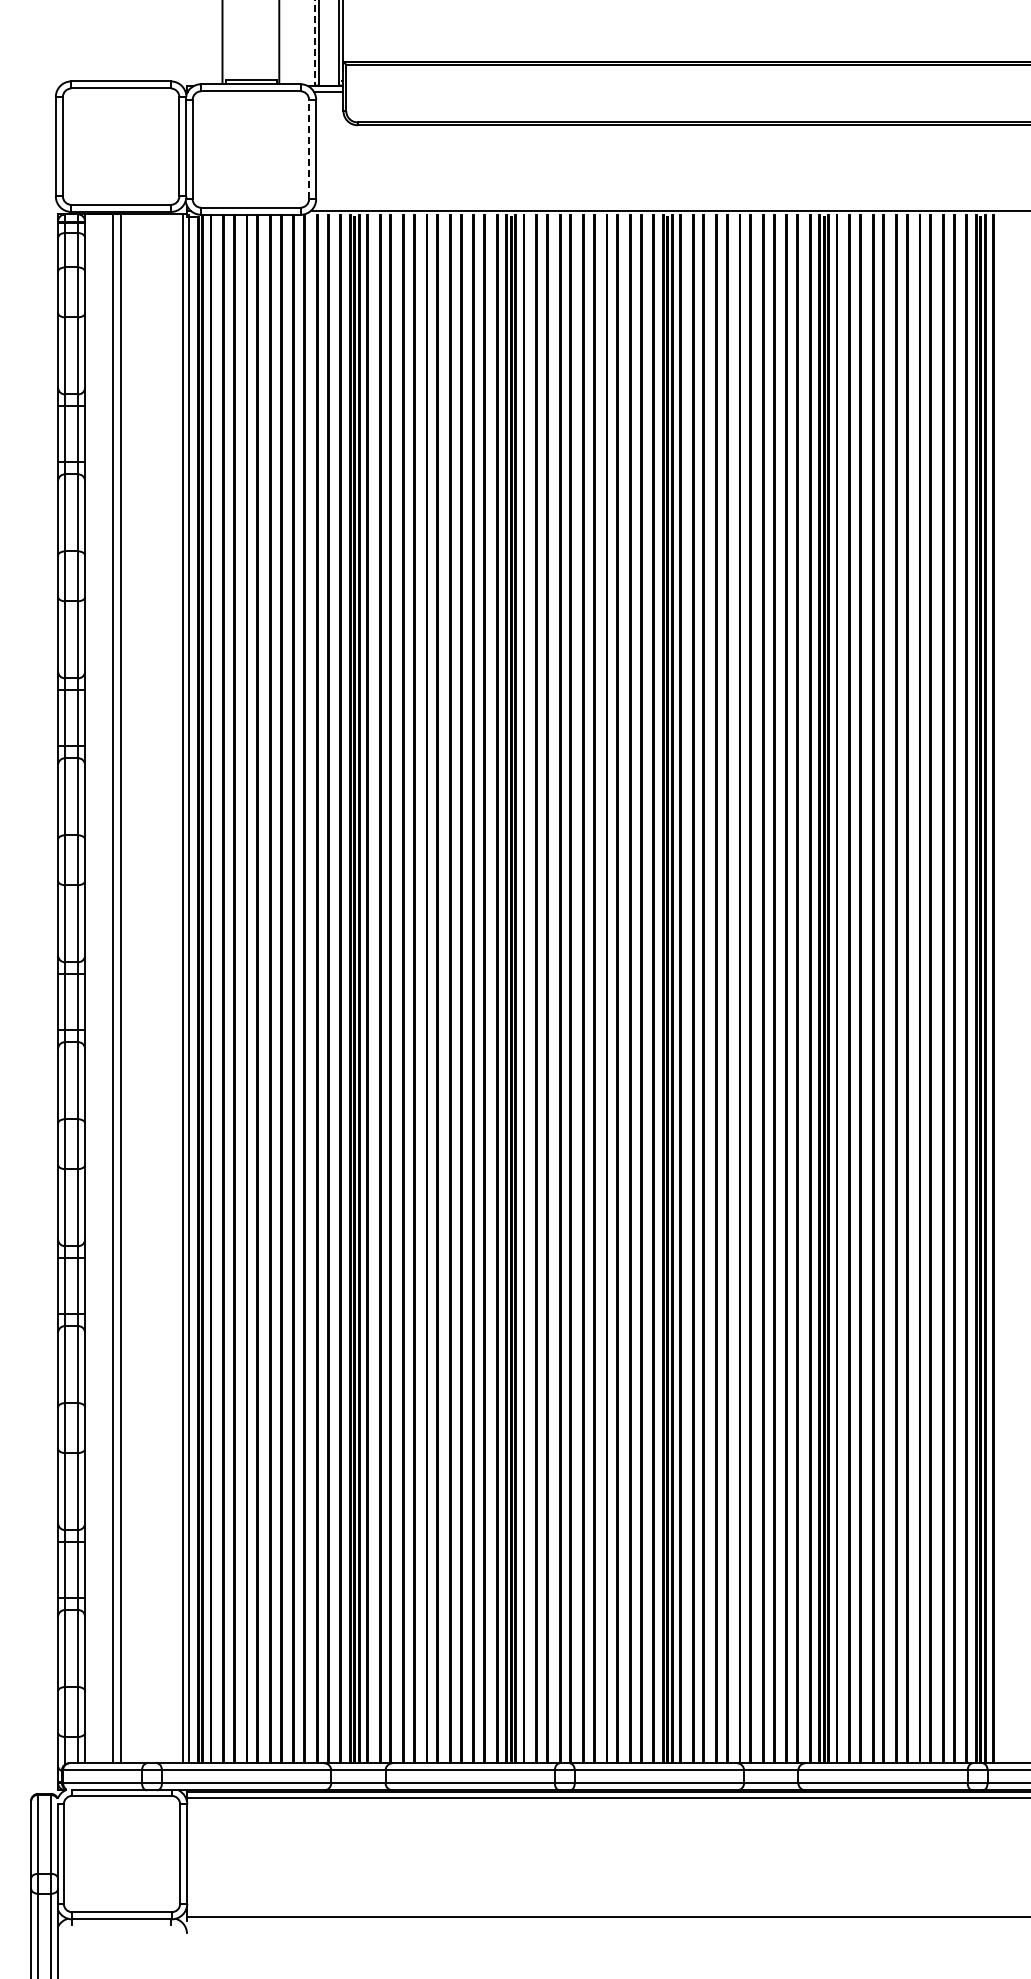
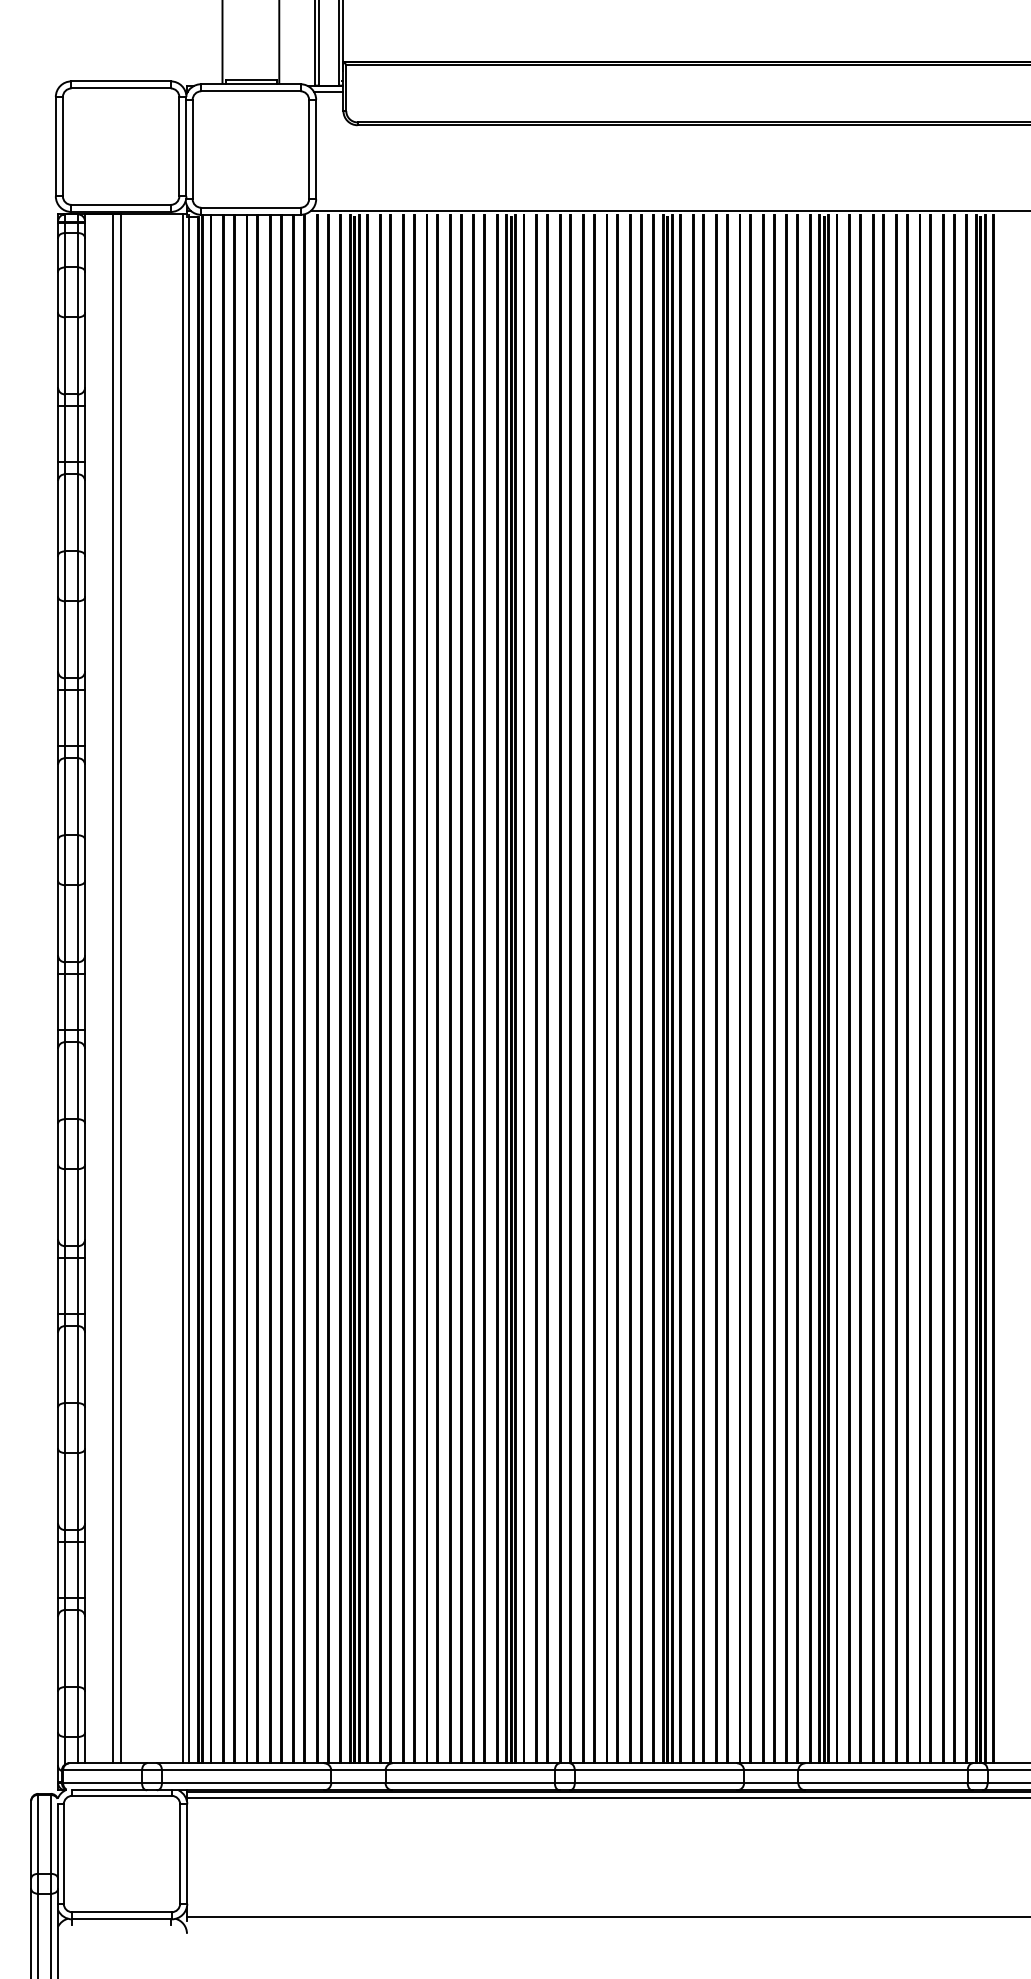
line at (314, 43): dashed -> solid
line at (309, 149): dashed -> solid
